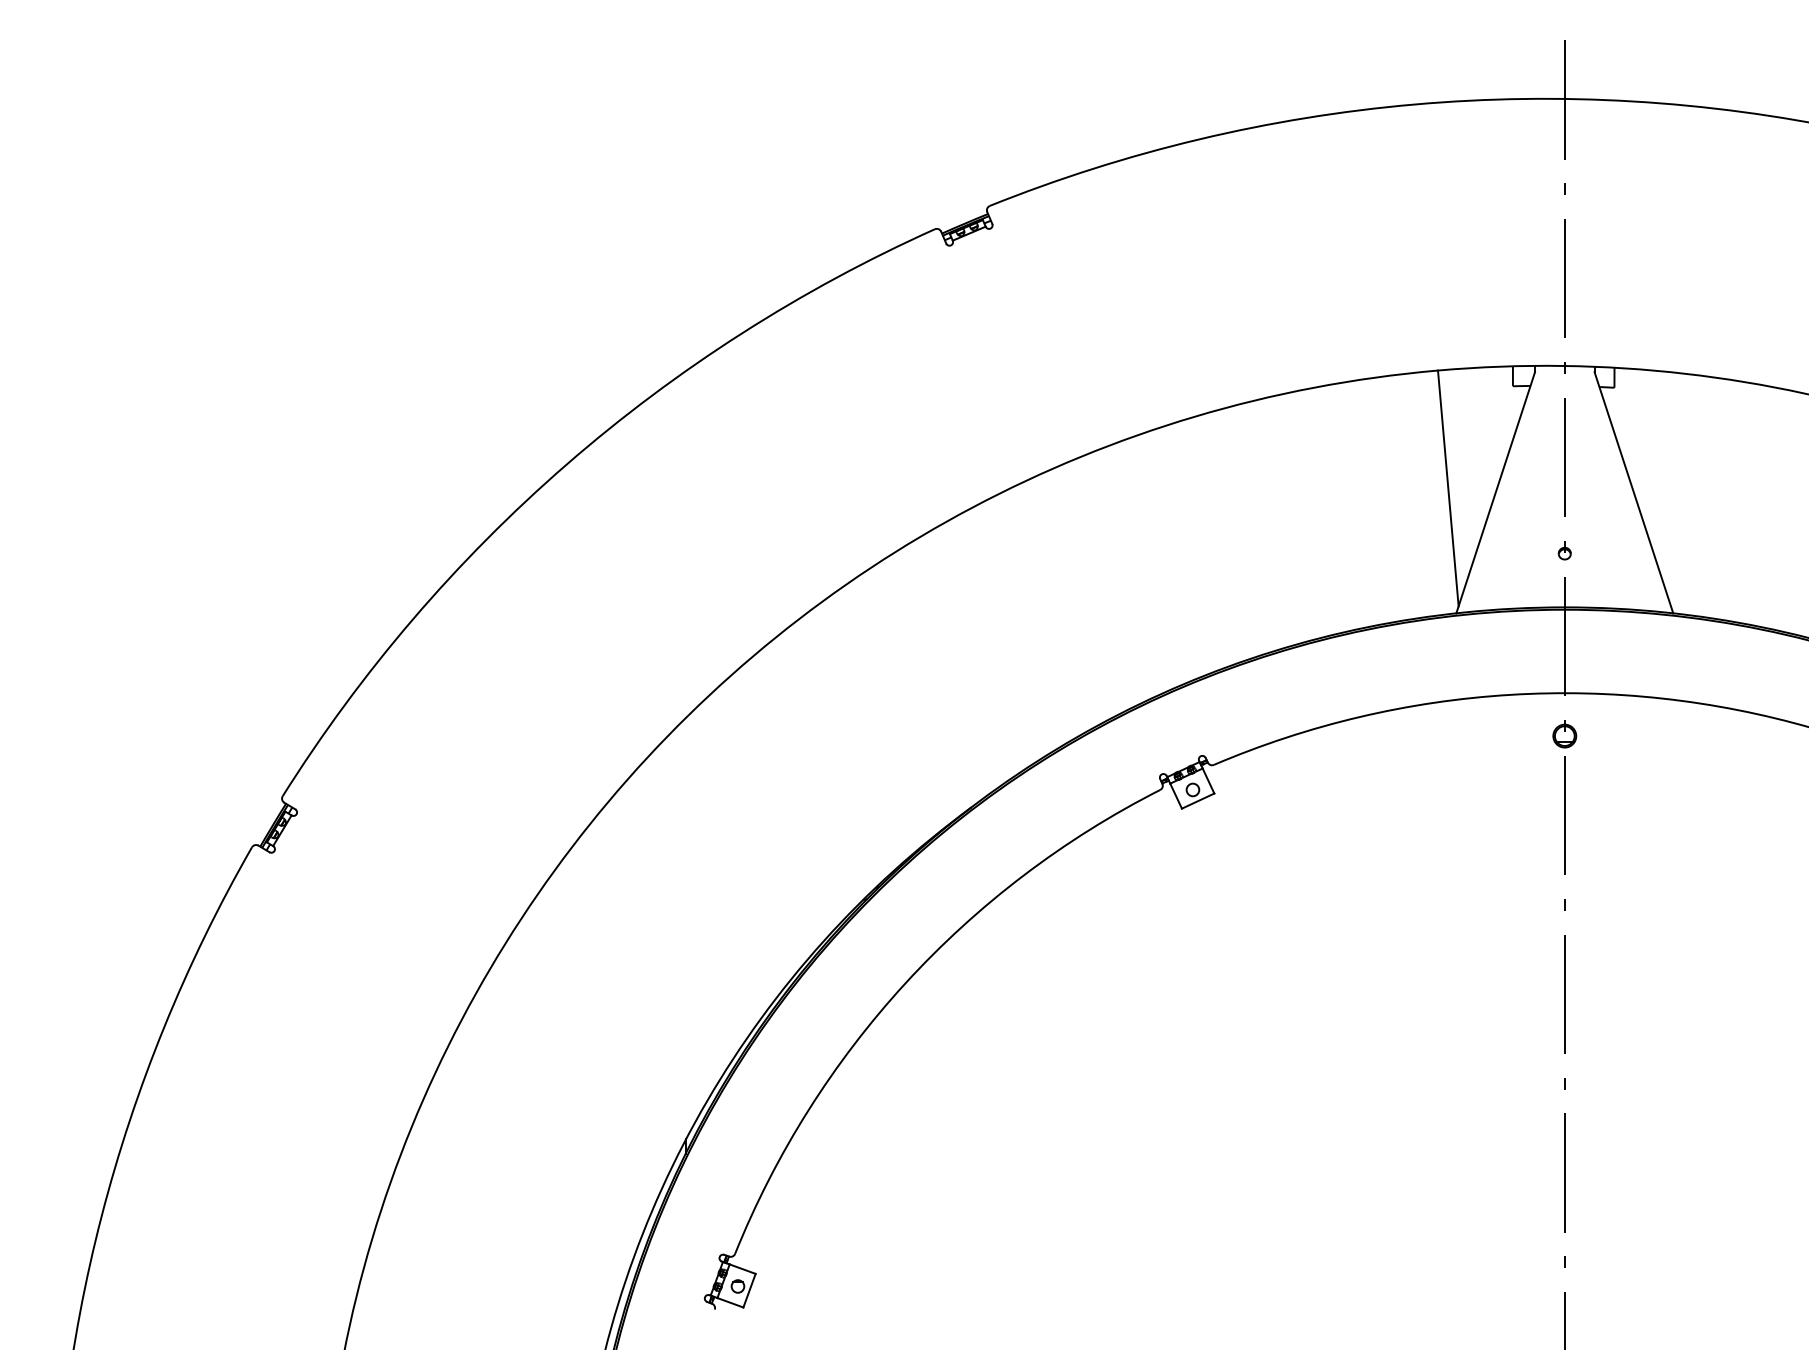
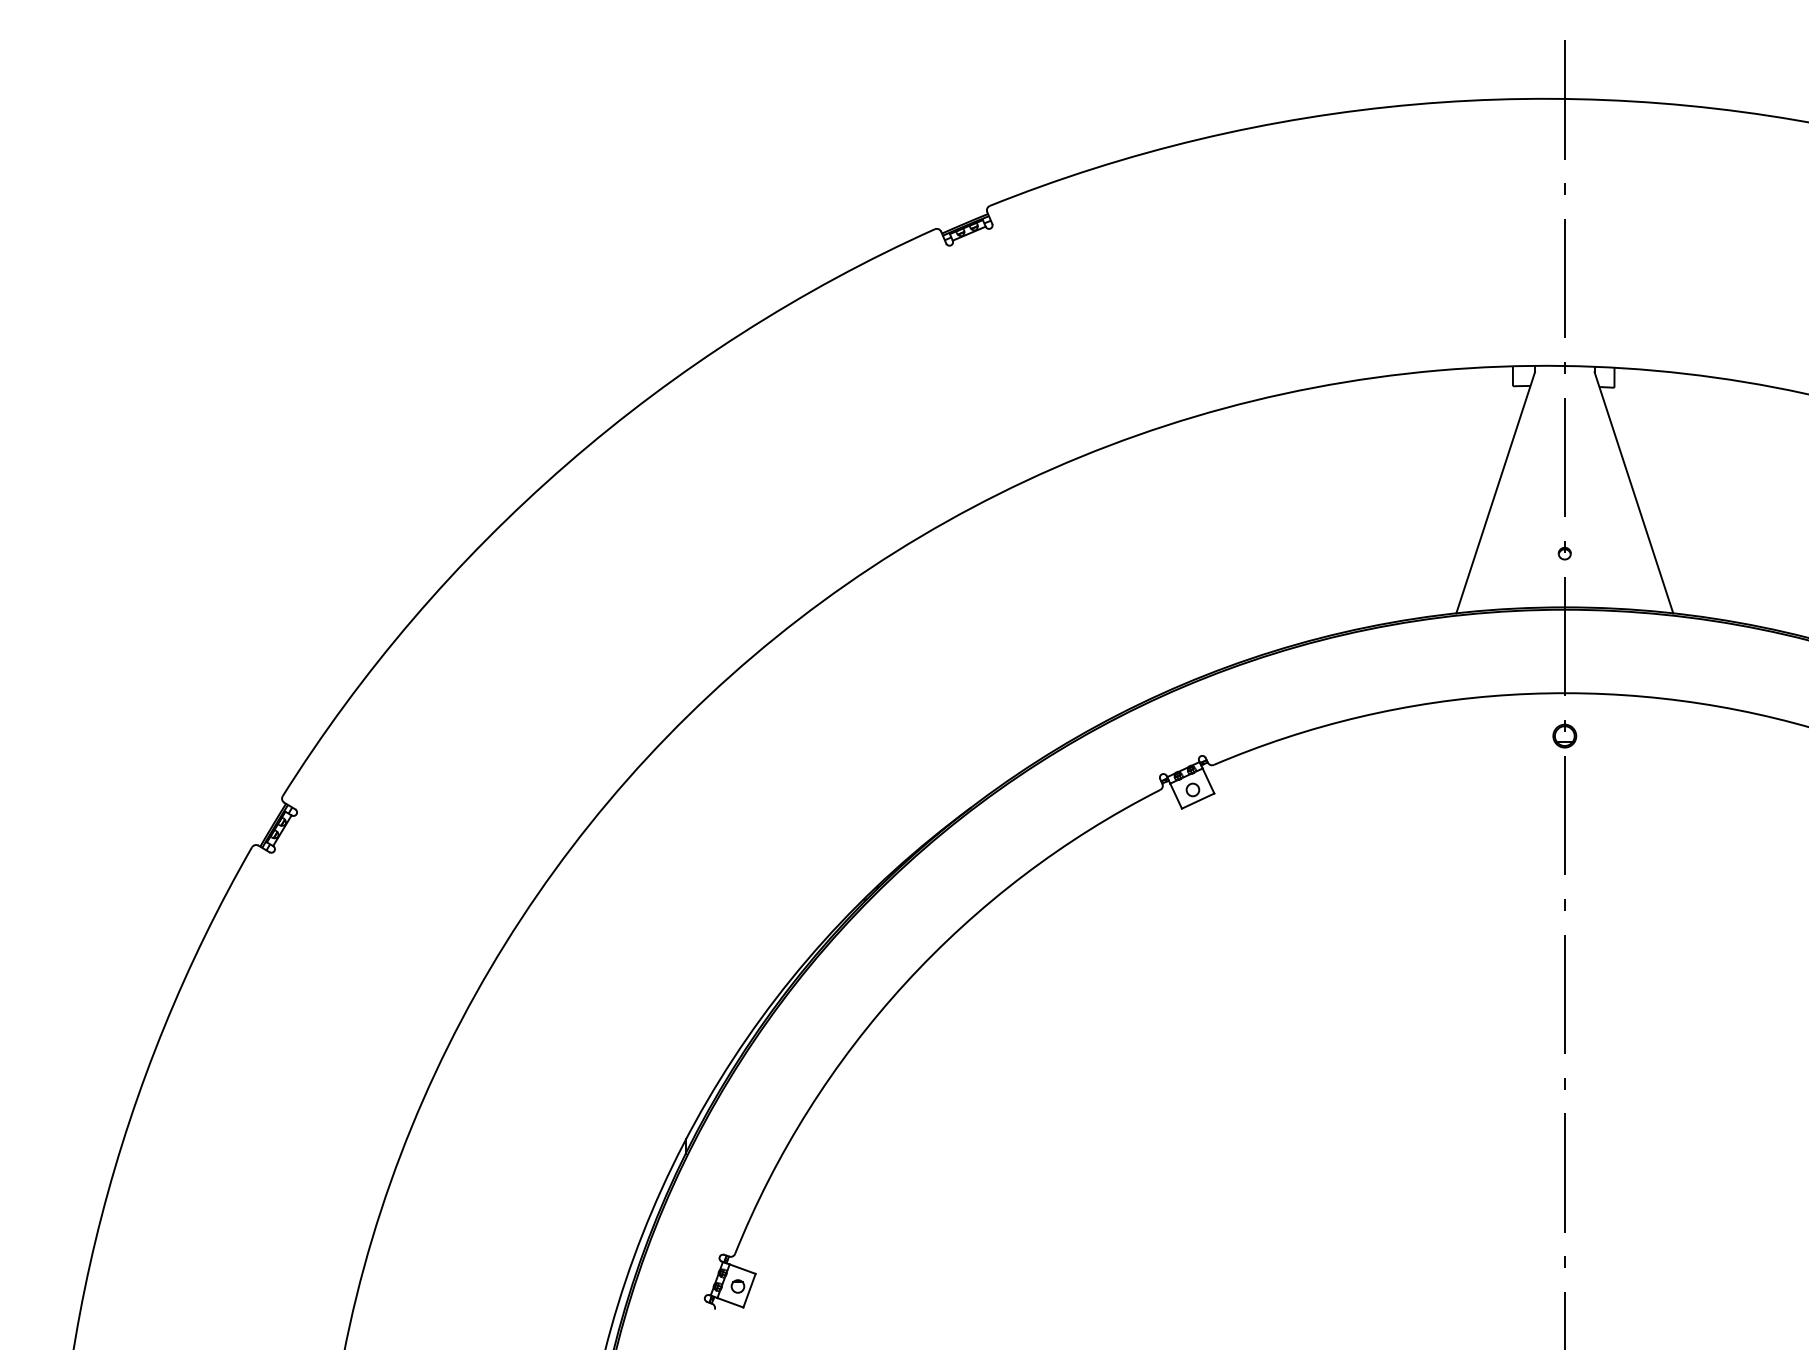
line at (1448, 488): present -> none
